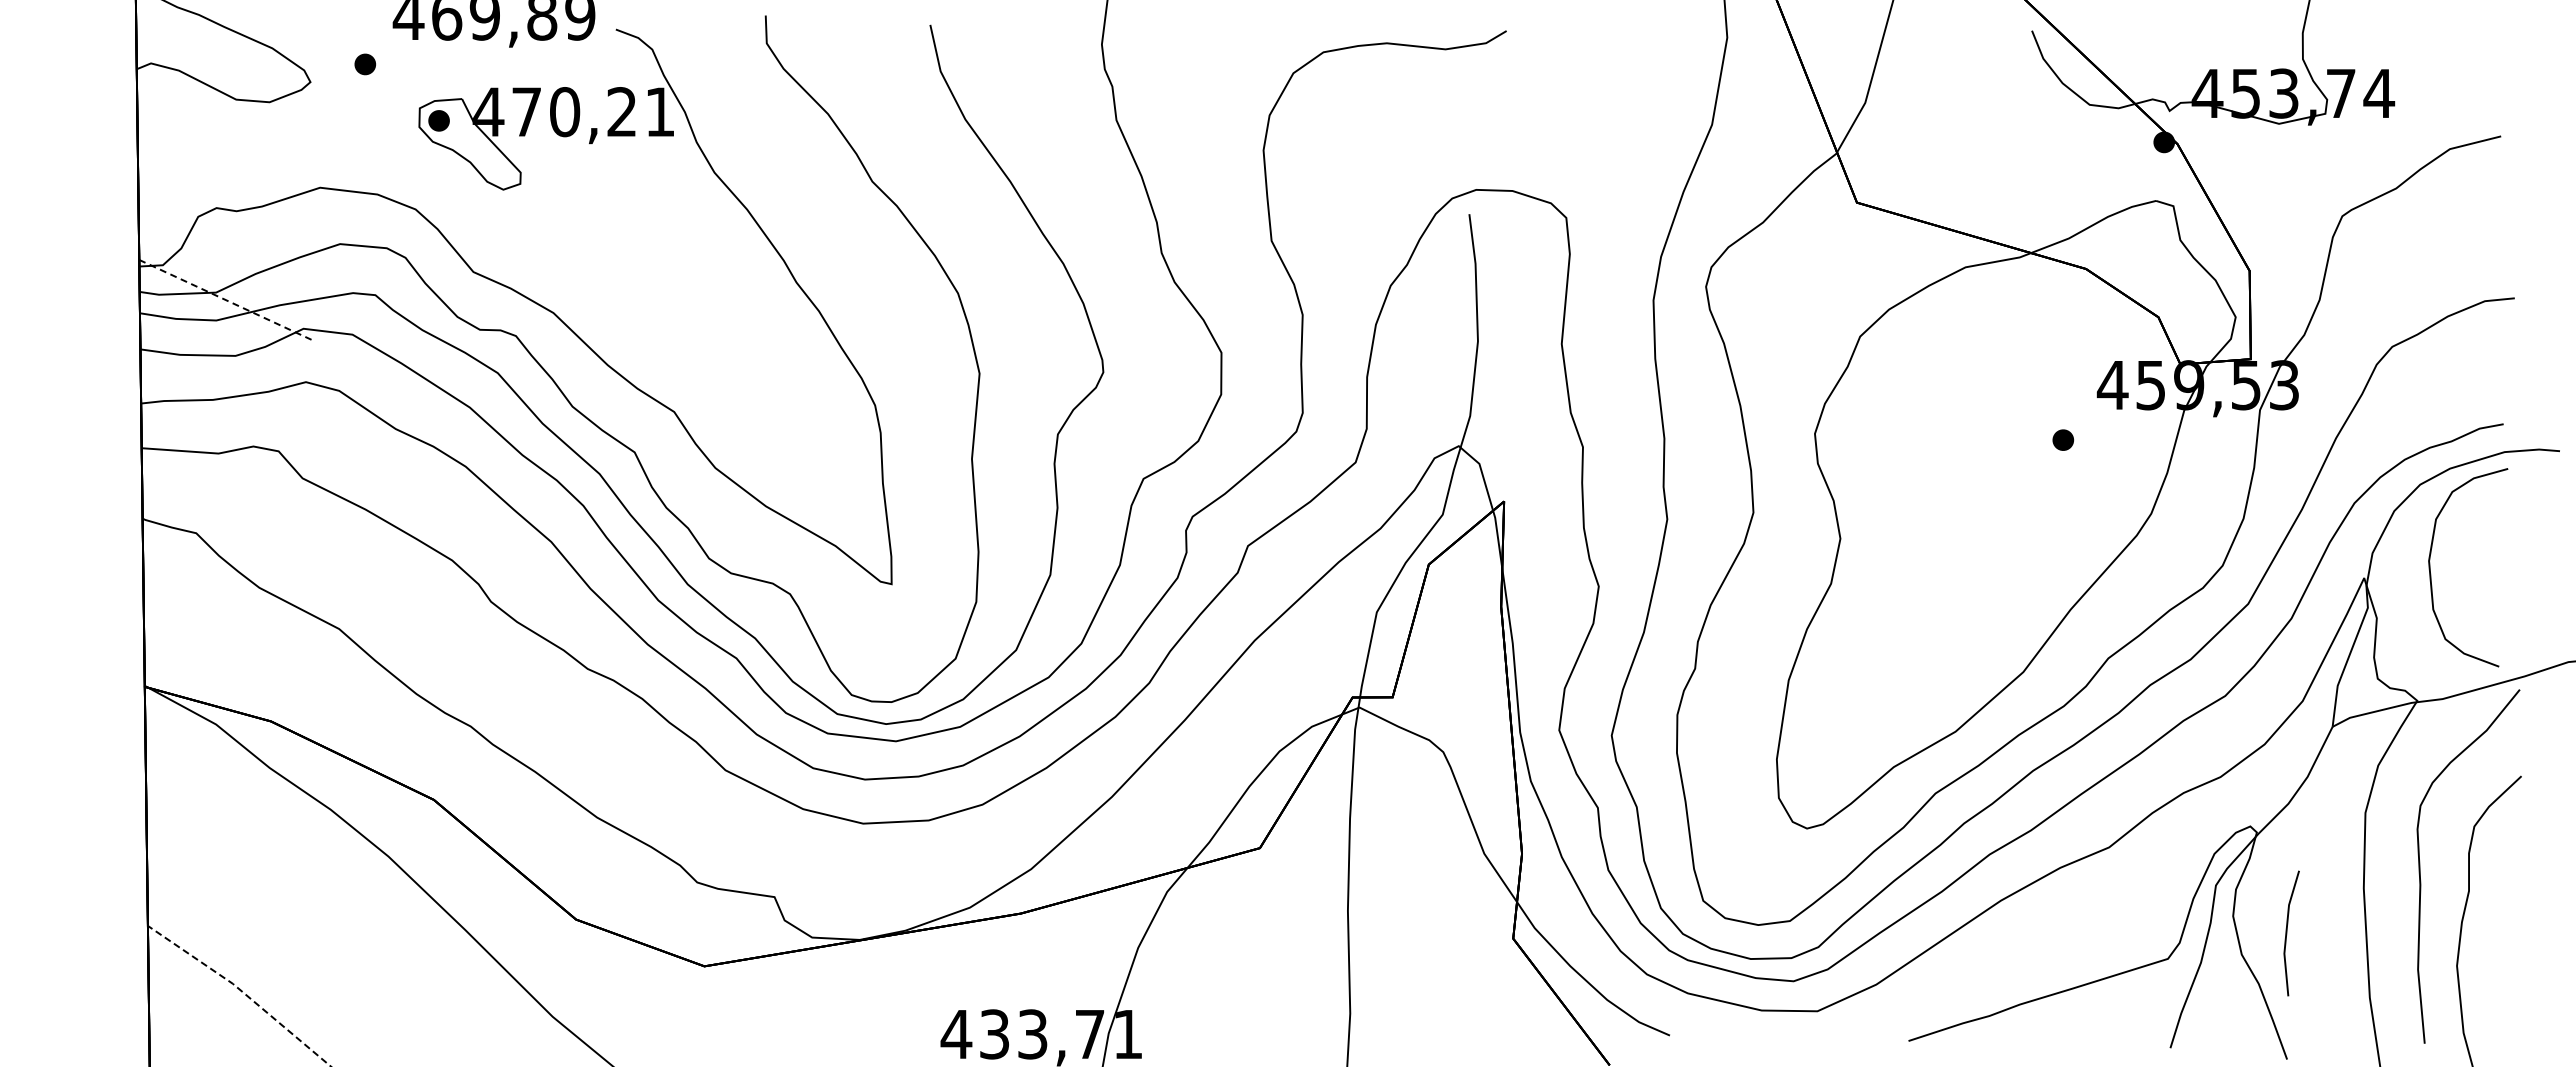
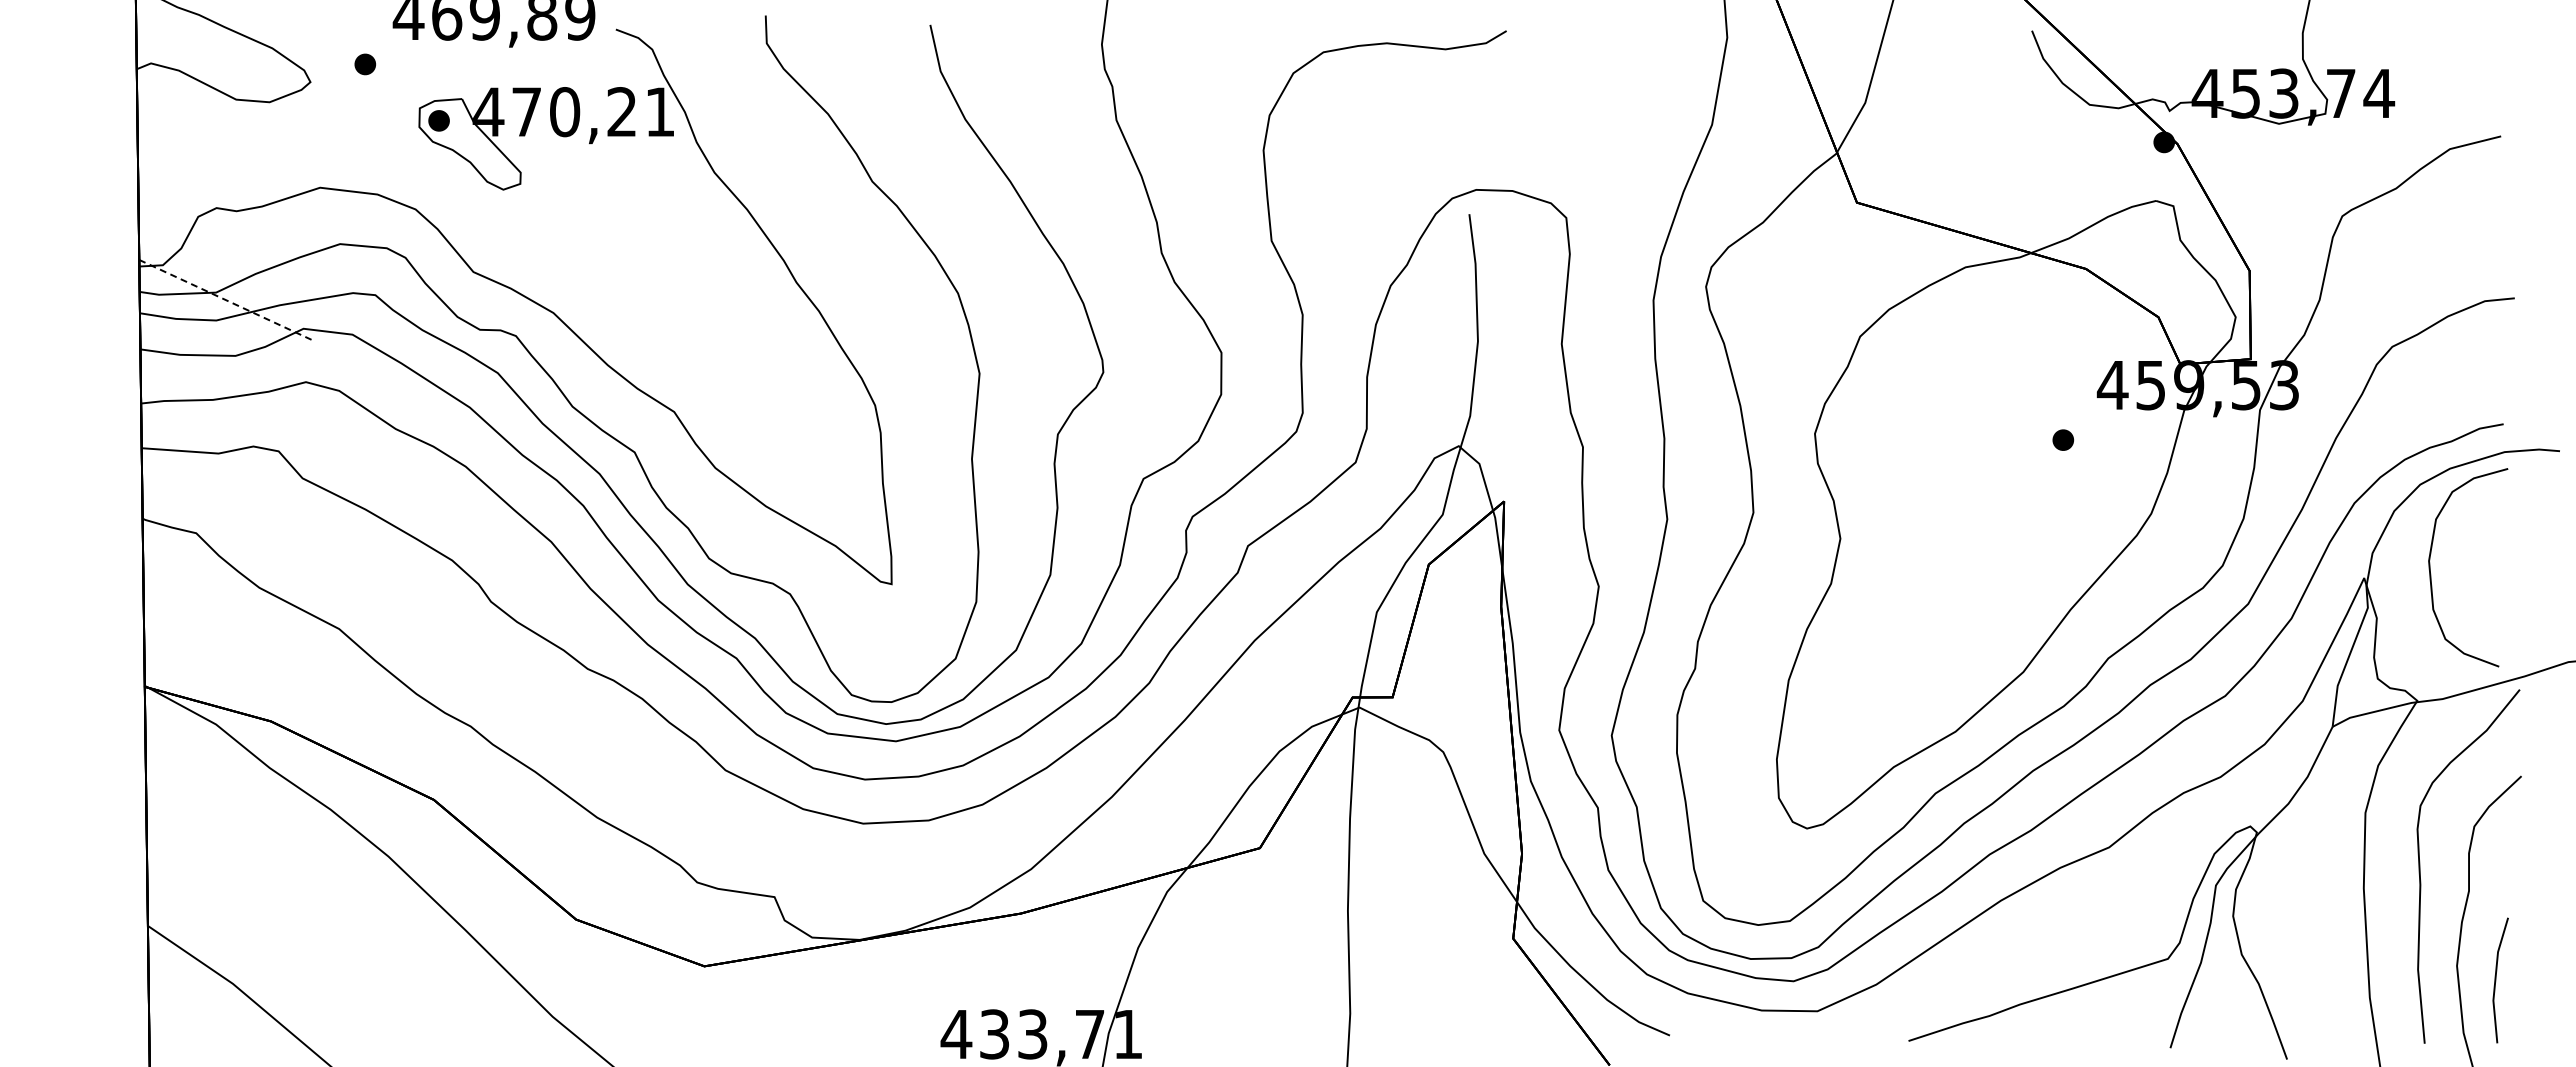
line at (2287, 933) position: (2287, 933) -> (2496, 980)
line at (242, 991): dashed -> solid
